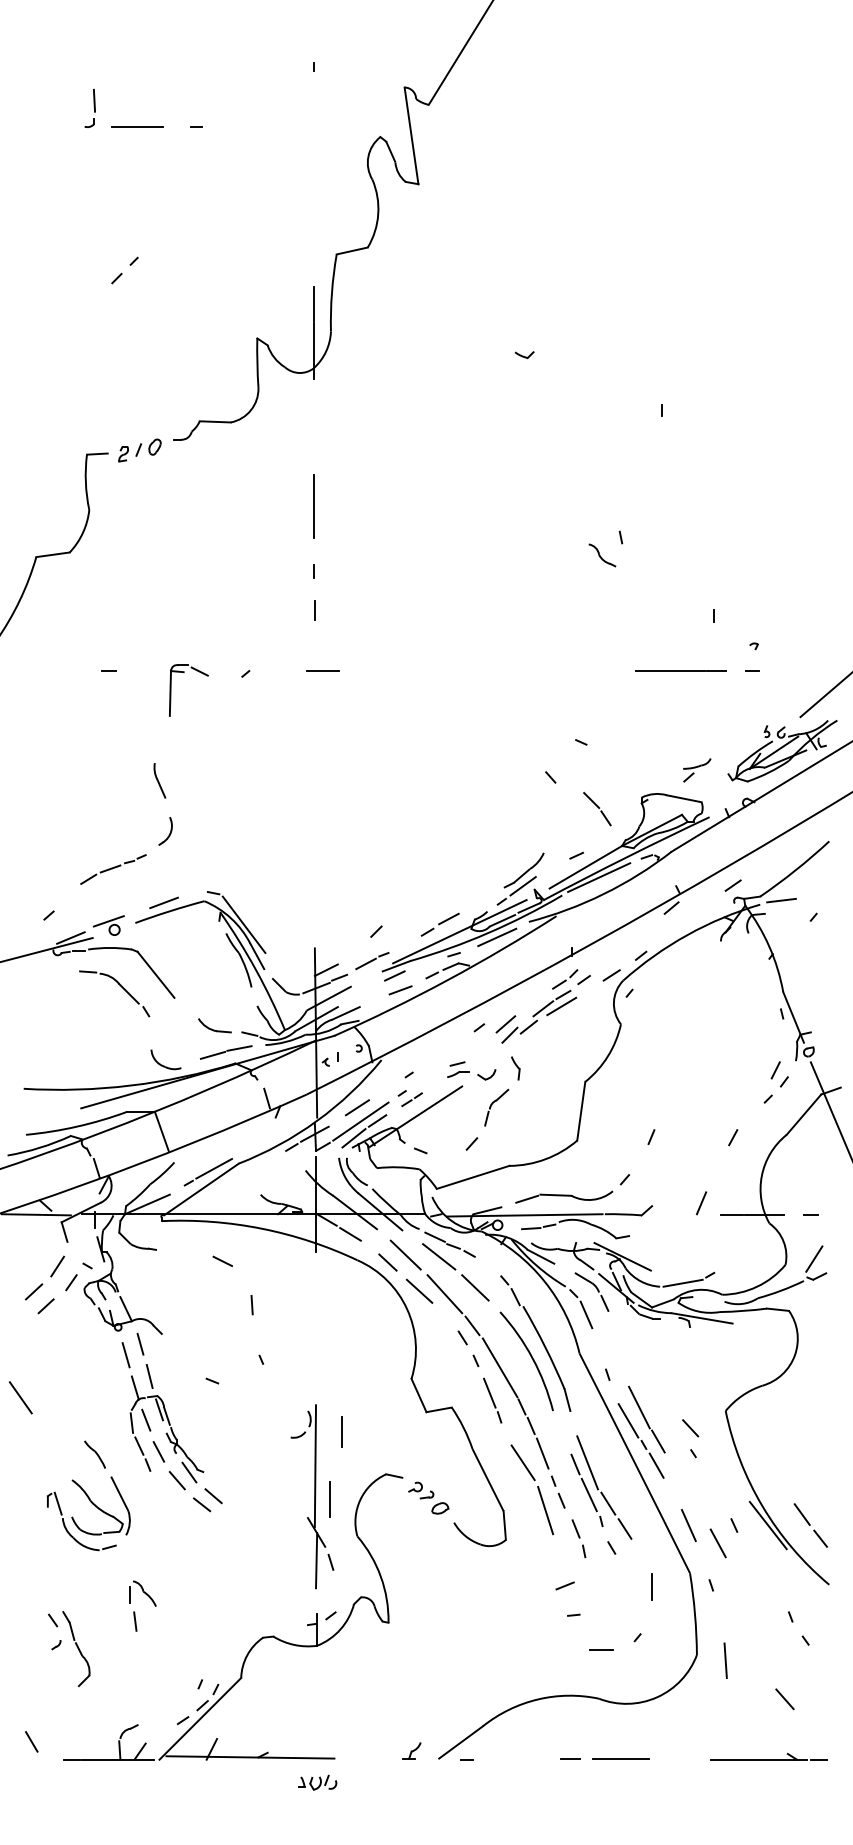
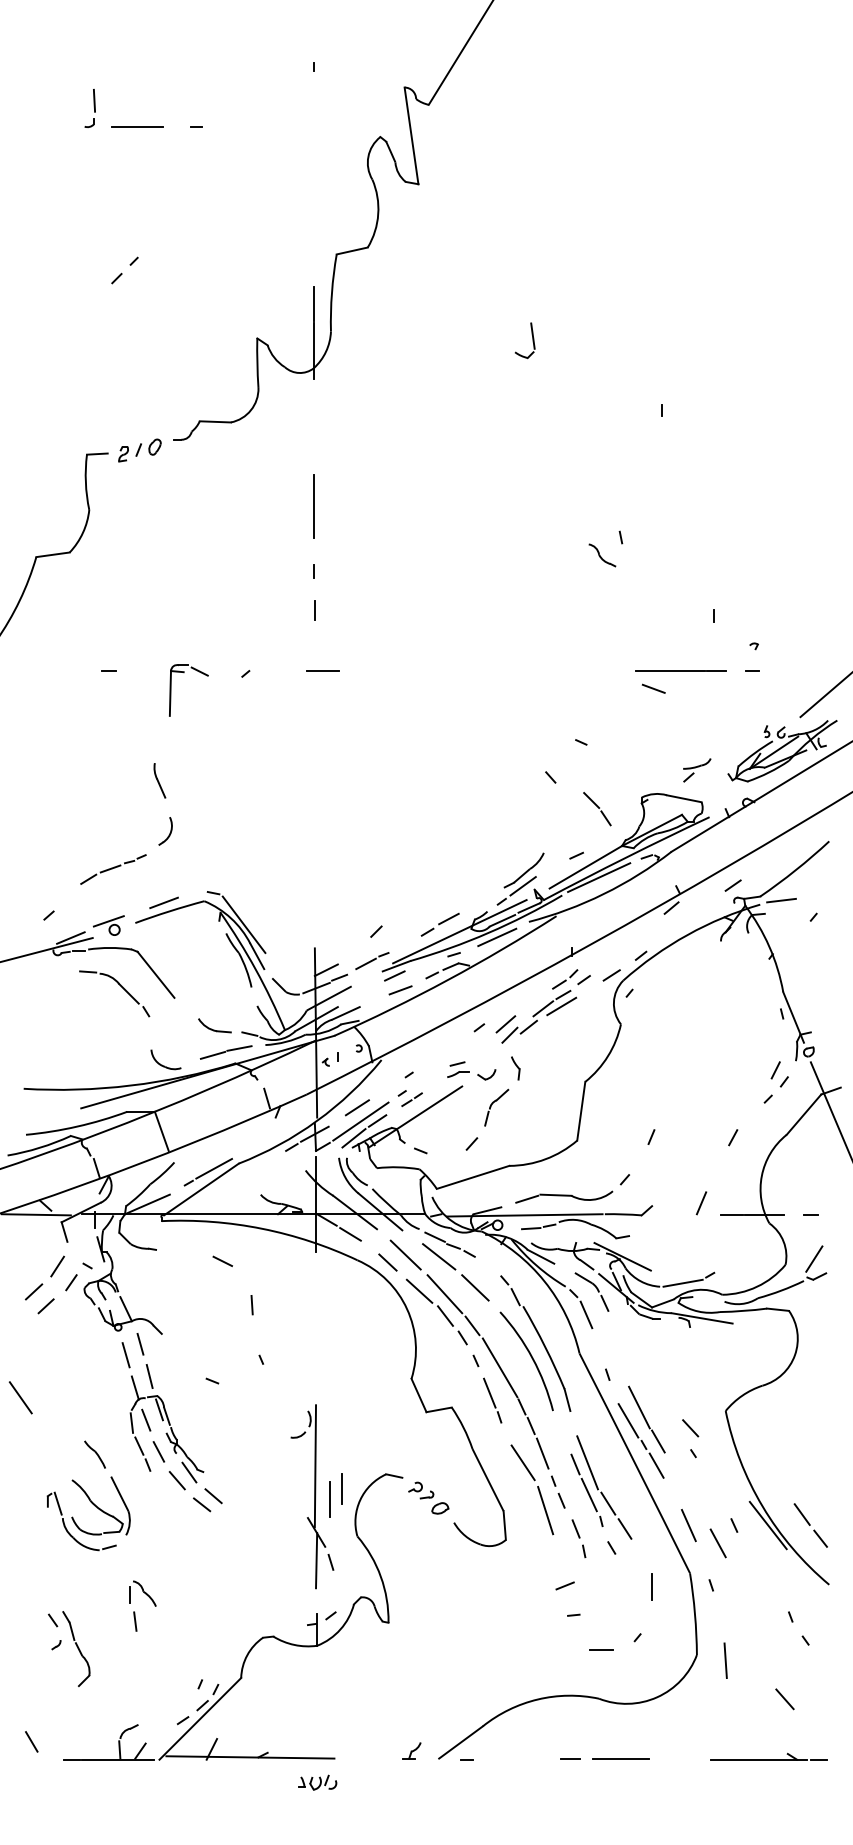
line at (532, 335): none -> present
line at (653, 688): none -> present
line at (445, 1315): none -> present
line at (341, 1431) position: (341, 1431) -> (341, 1488)
